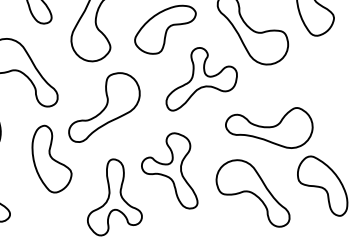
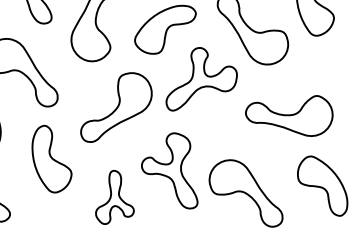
part at (104, 107) position: (104, 107) -> (116, 107)
part at (269, 127) position: (269, 127) -> (289, 115)
part at (252, 193) position: (252, 193) -> (245, 193)
part at (114, 197) size: 56x79 px -> 40x55 px
